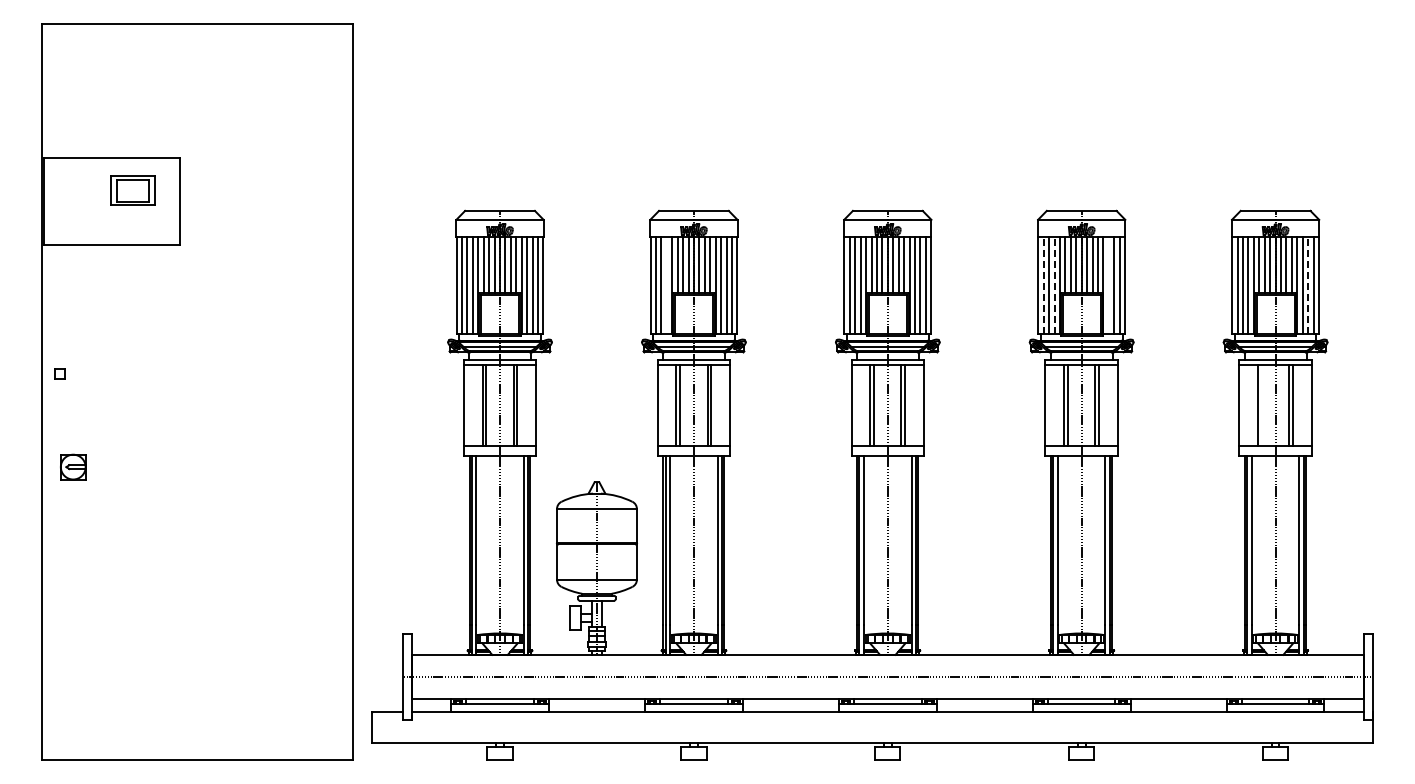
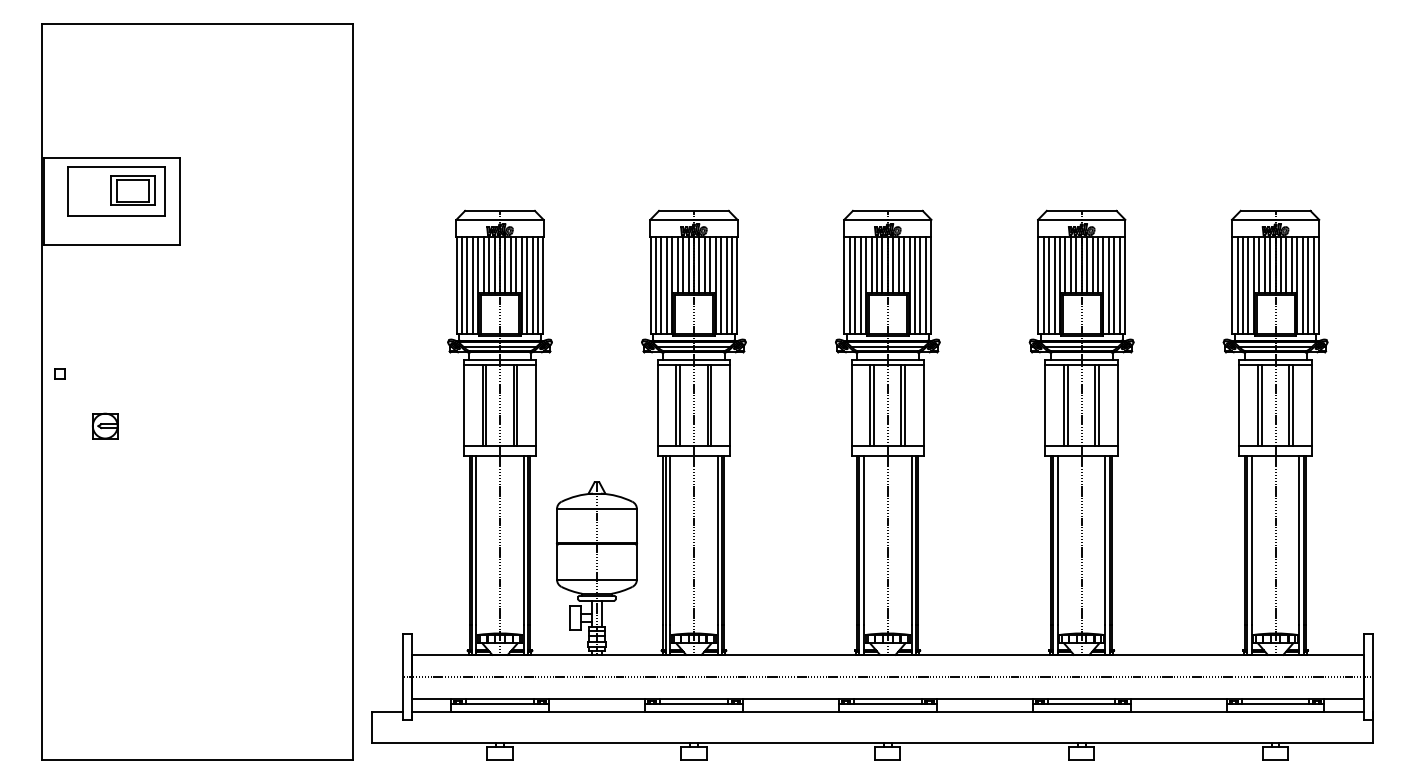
part at (116, 191): none -> present
line at (666, 285): none -> present
line at (1043, 285): dashed -> solid
line at (1054, 285): dashed -> solid
line at (1108, 285): none -> present
line at (1308, 285): dashed -> solid
line at (1262, 405): none -> present
part at (73, 466) position: (73, 466) -> (105, 425)
